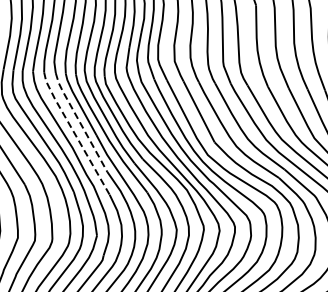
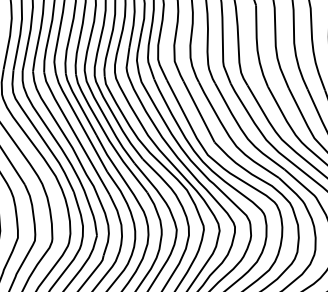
line at (79, 121): dashed -> solid
line at (74, 133): dashed -> solid
